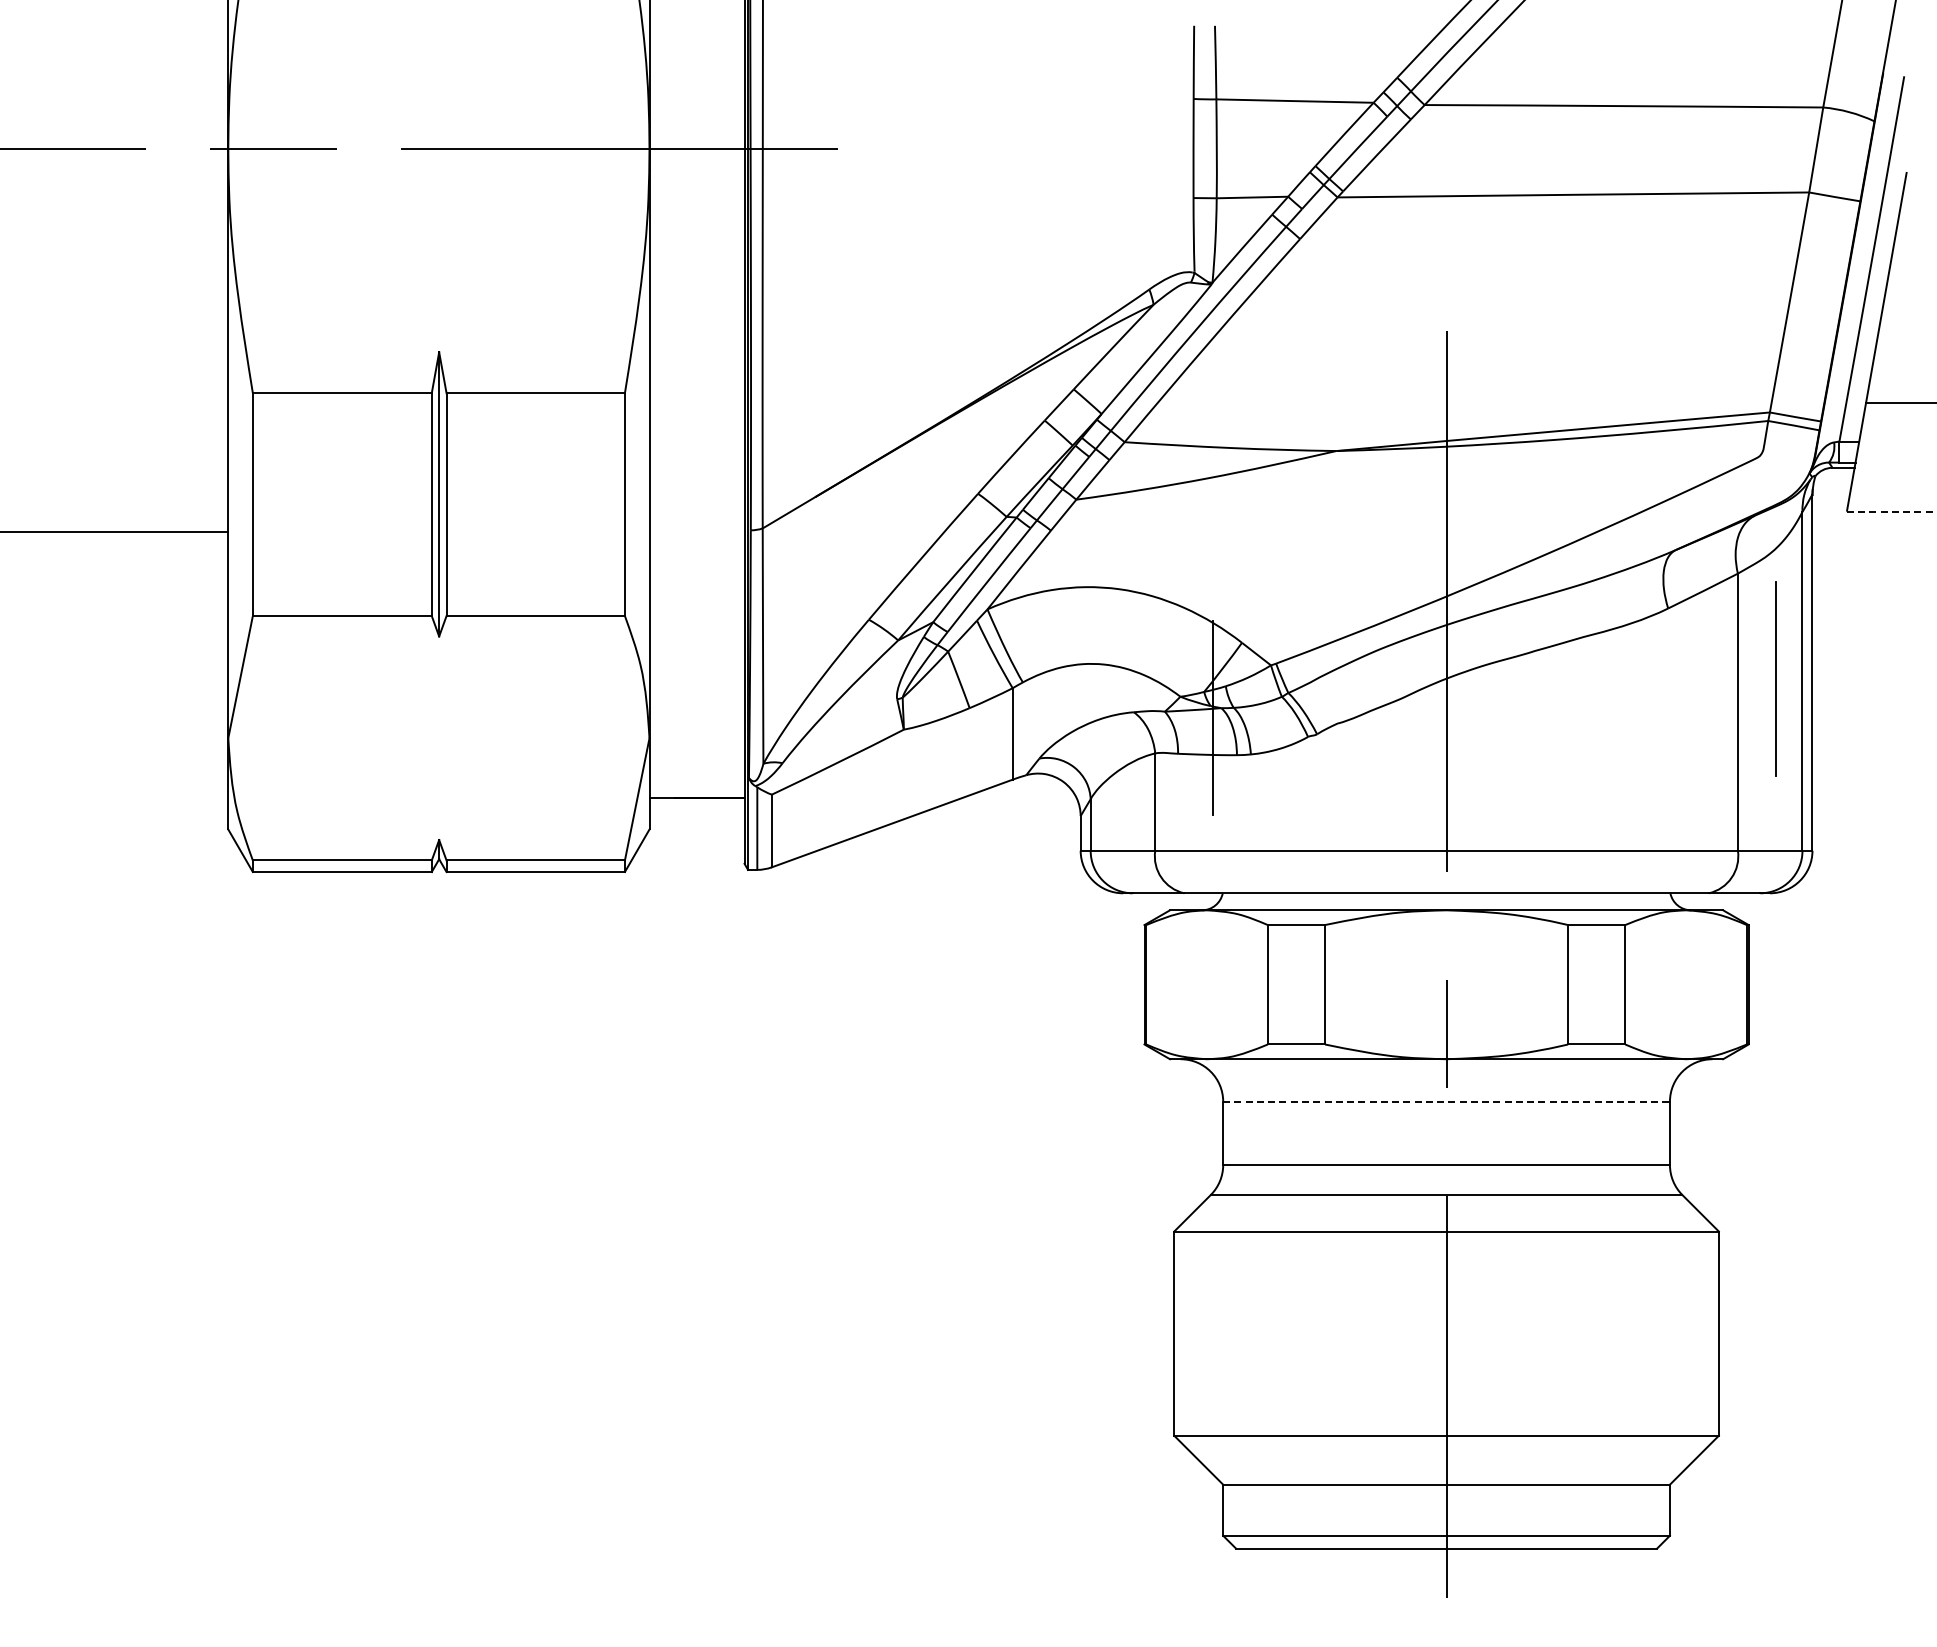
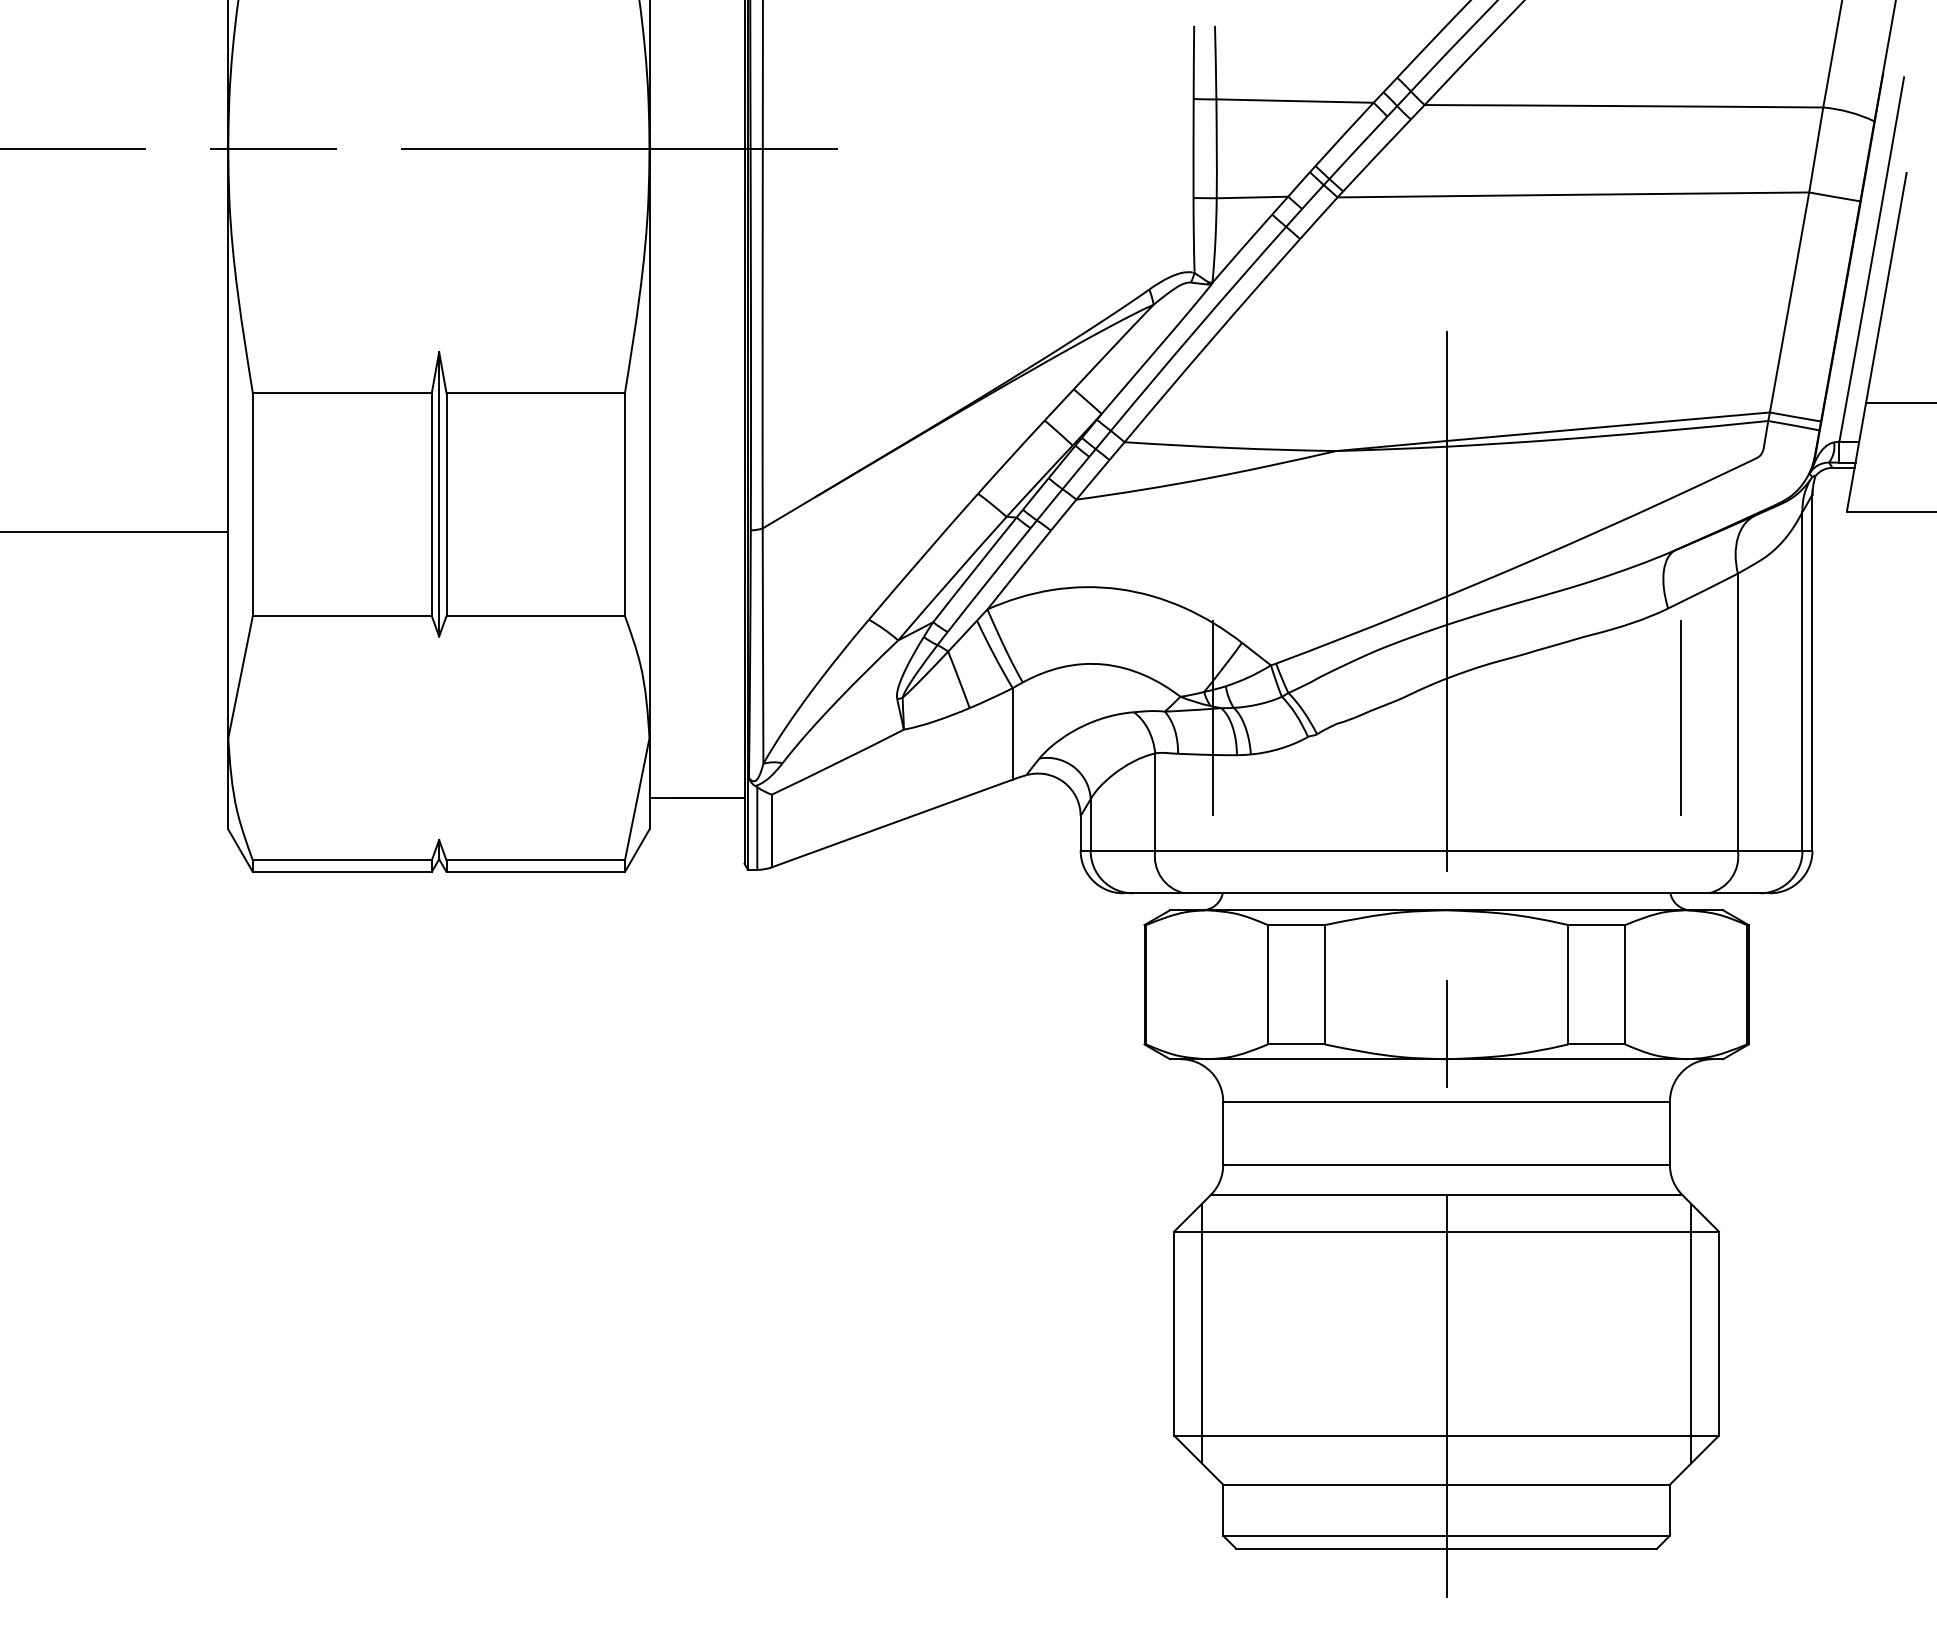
line at (1891, 511): dashed -> solid
line at (1775, 678) position: (1775, 678) -> (1680, 717)
line at (1447, 1101): dashed -> solid
line at (1201, 1333): none -> present
line at (1691, 1333): none -> present
